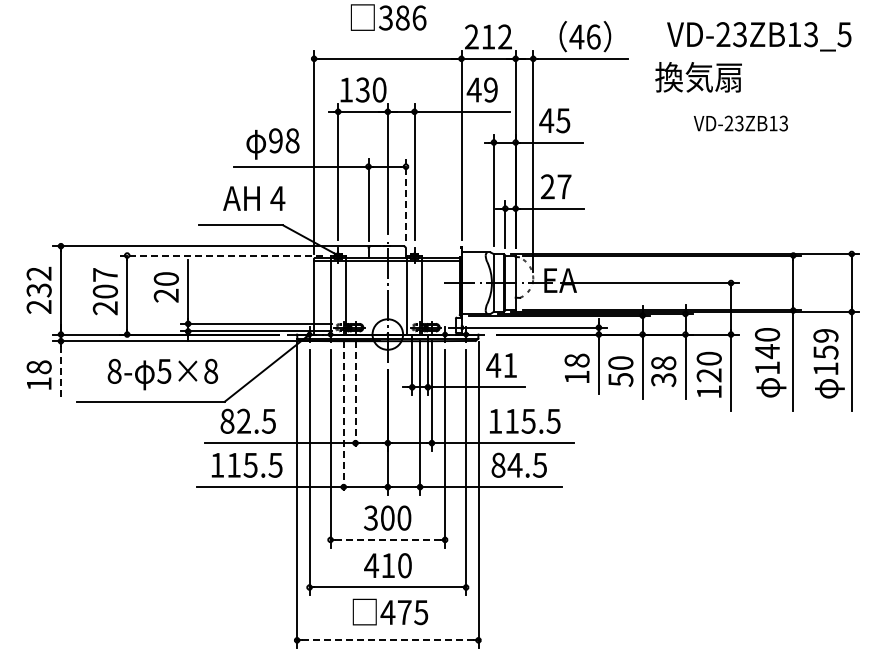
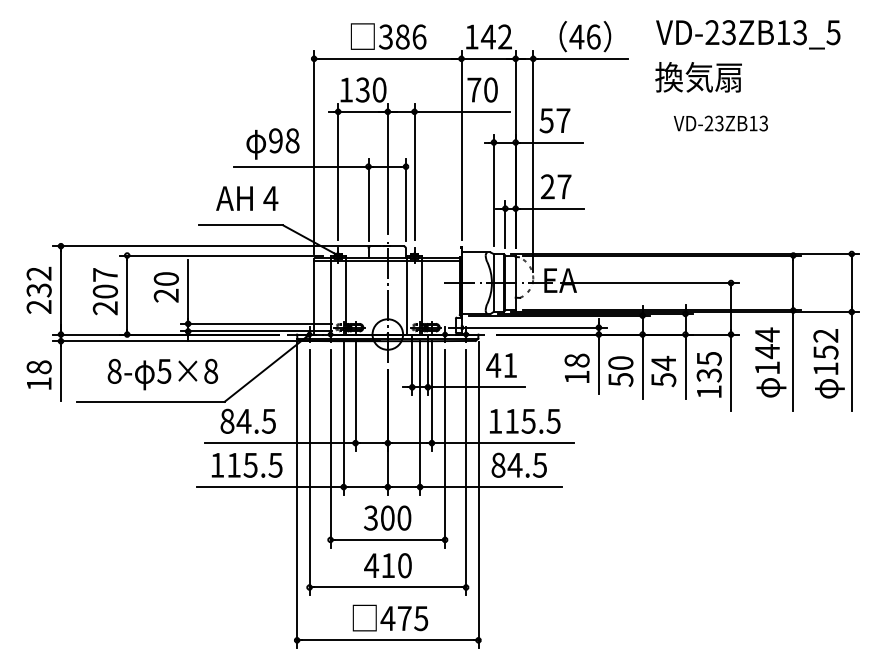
text at (388, 17) position: (388, 17) -> (388, 36)
text at (480, 36): 212 -> 142
text at (759, 36) position: (759, 36) -> (748, 34)
text at (481, 89): 49 -> 70
text at (554, 120): 45 -> 57
text at (740, 123) position: (740, 123) -> (720, 123)
text at (254, 198) position: (254, 198) -> (247, 198)
line at (406, 199): dashed -> solid
line at (221, 255): dashed -> solid
text at (767, 334): 140 -> 144
text at (825, 335): 159 -> 152
text at (708, 366): 120 -> 135
text at (663, 370): 38 -> 54
line at (60, 373): dashed -> solid
line at (355, 396): dashed -> solid
line at (343, 418): dashed -> solid
text at (243, 420): 82.5 -> 84.5
line at (387, 539): dashed -> solid
text at (390, 611) position: (390, 611) -> (390, 617)
line at (387, 640): dashed -> solid
